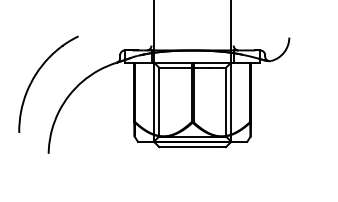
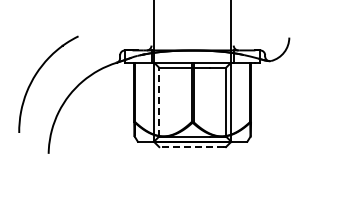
line at (159, 101): solid -> dashed
line at (190, 147): solid -> dashed
